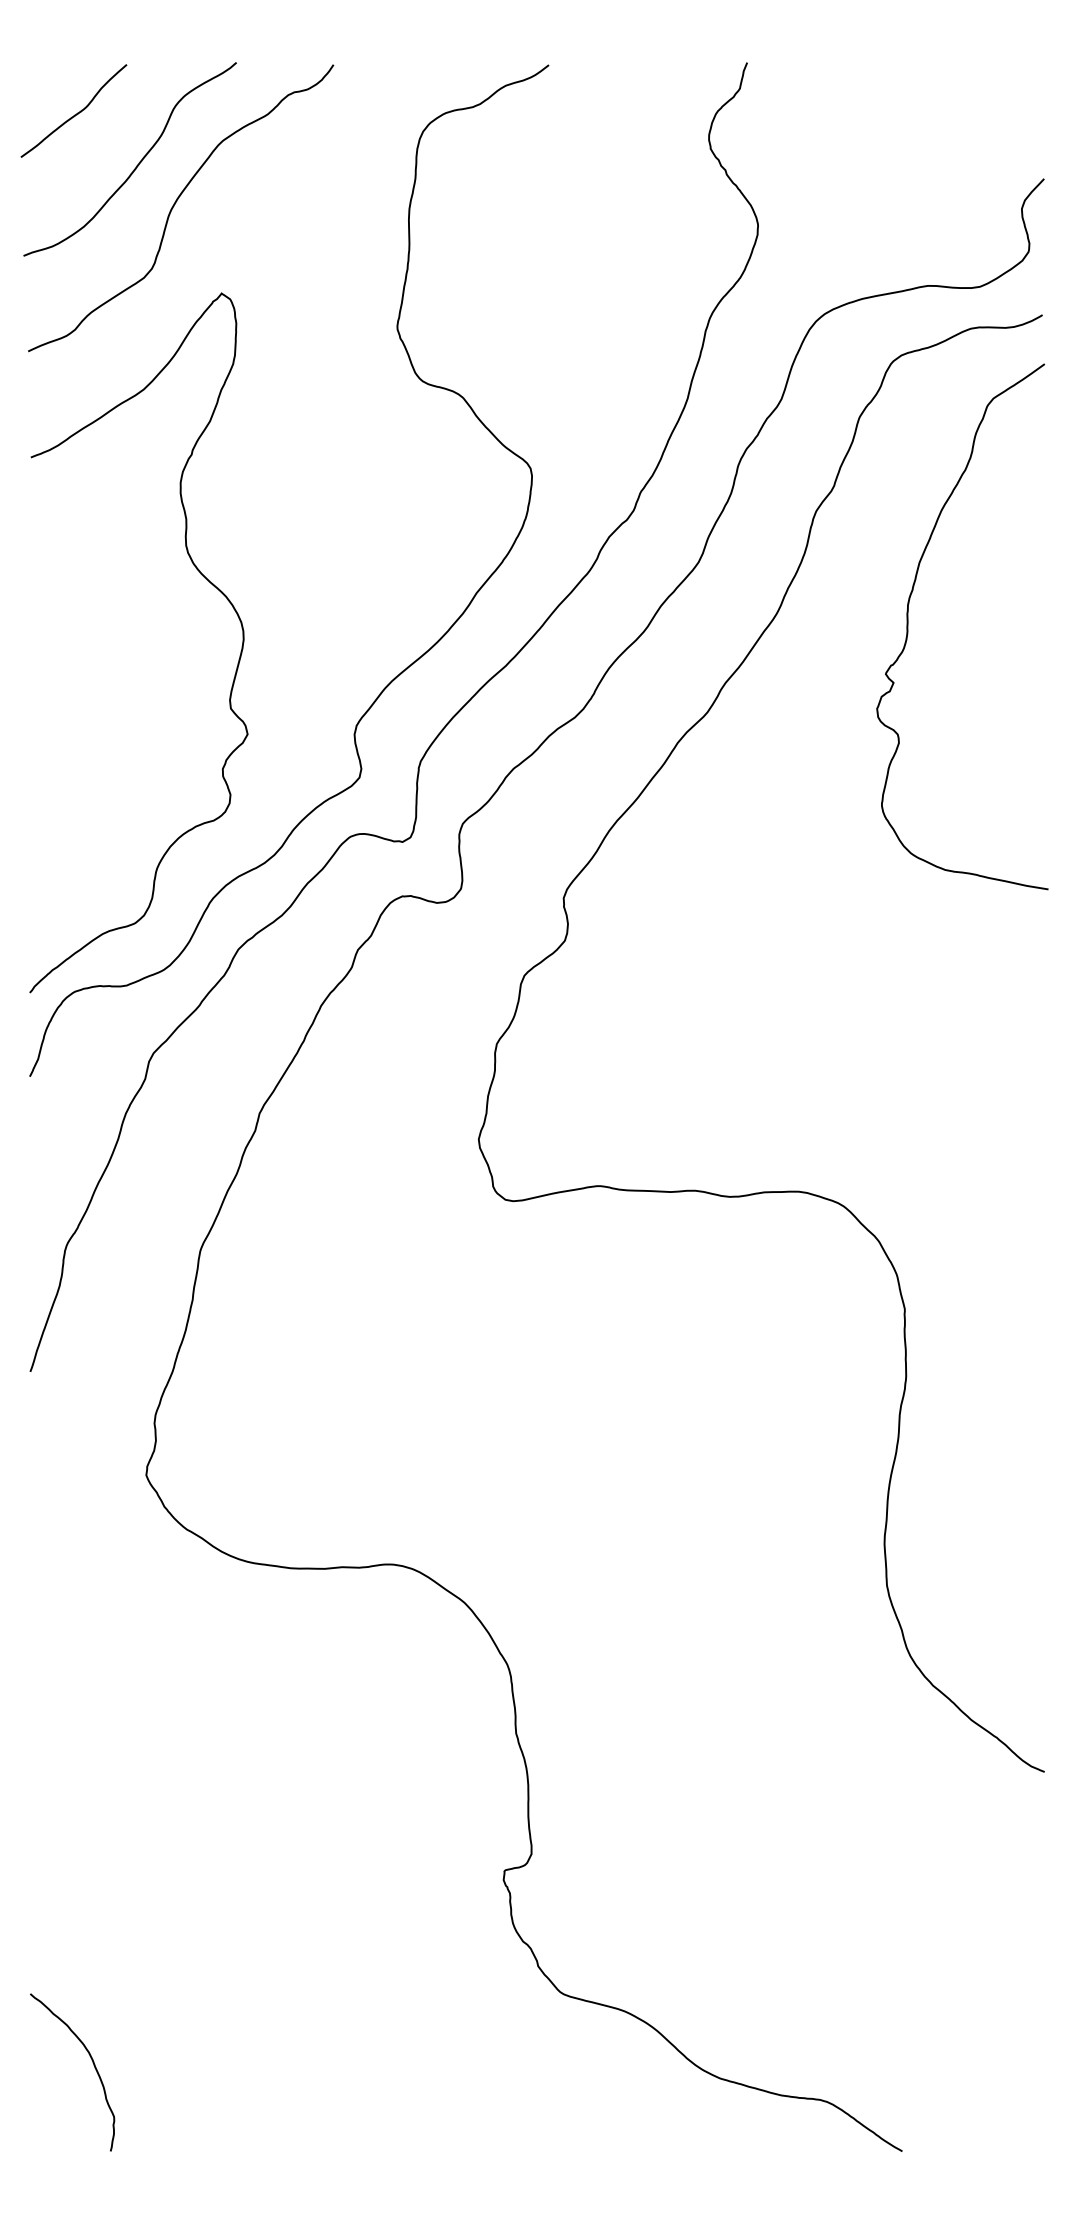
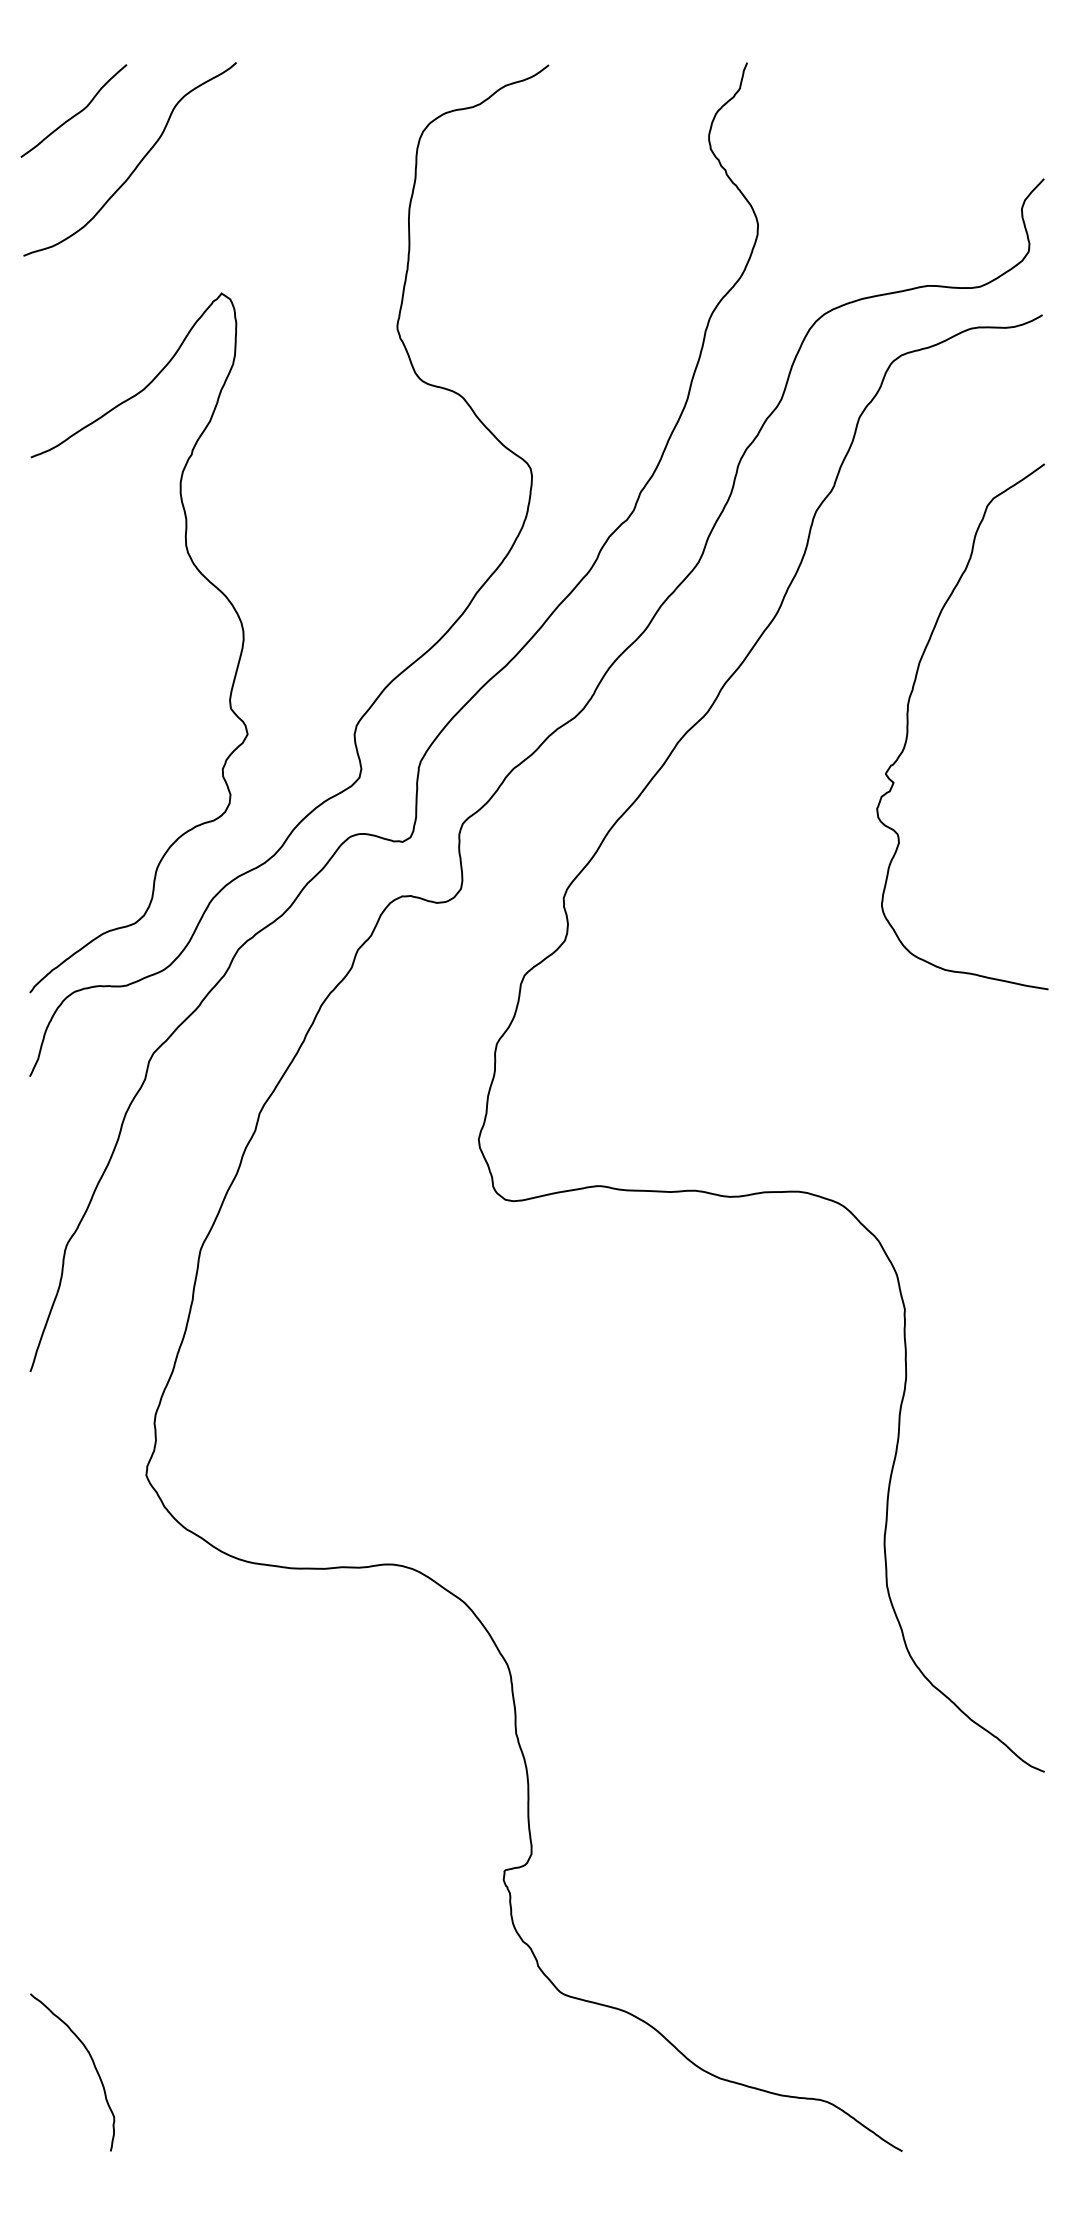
curve at (175, 204): present -> none
curve at (908, 626) position: (908, 626) -> (908, 726)
